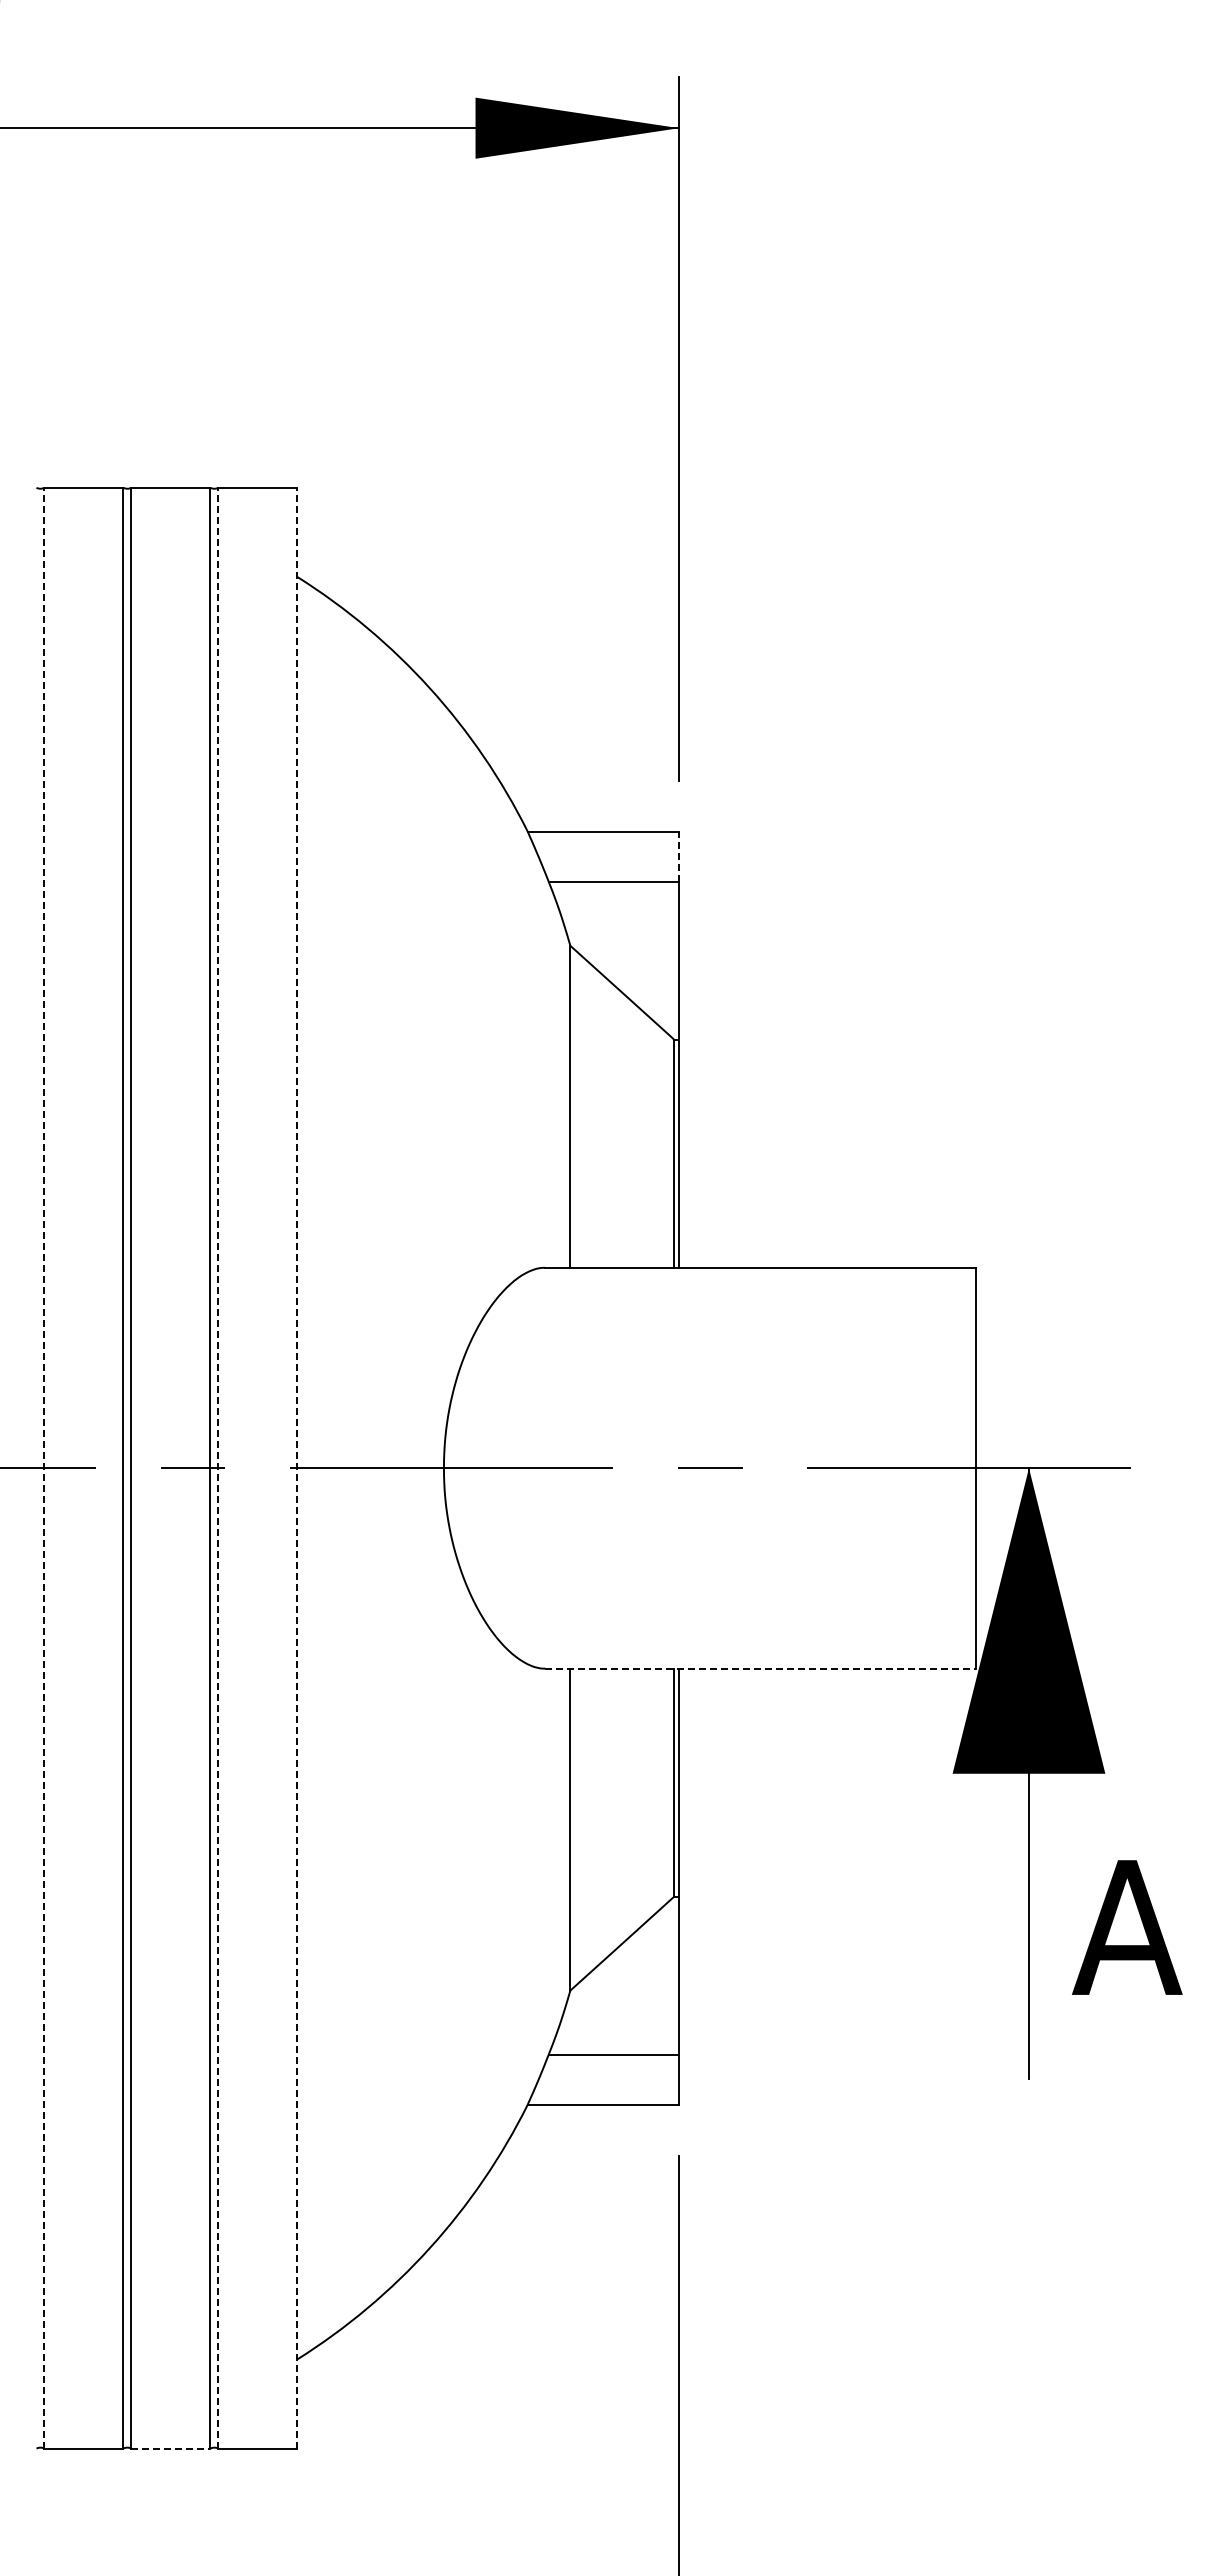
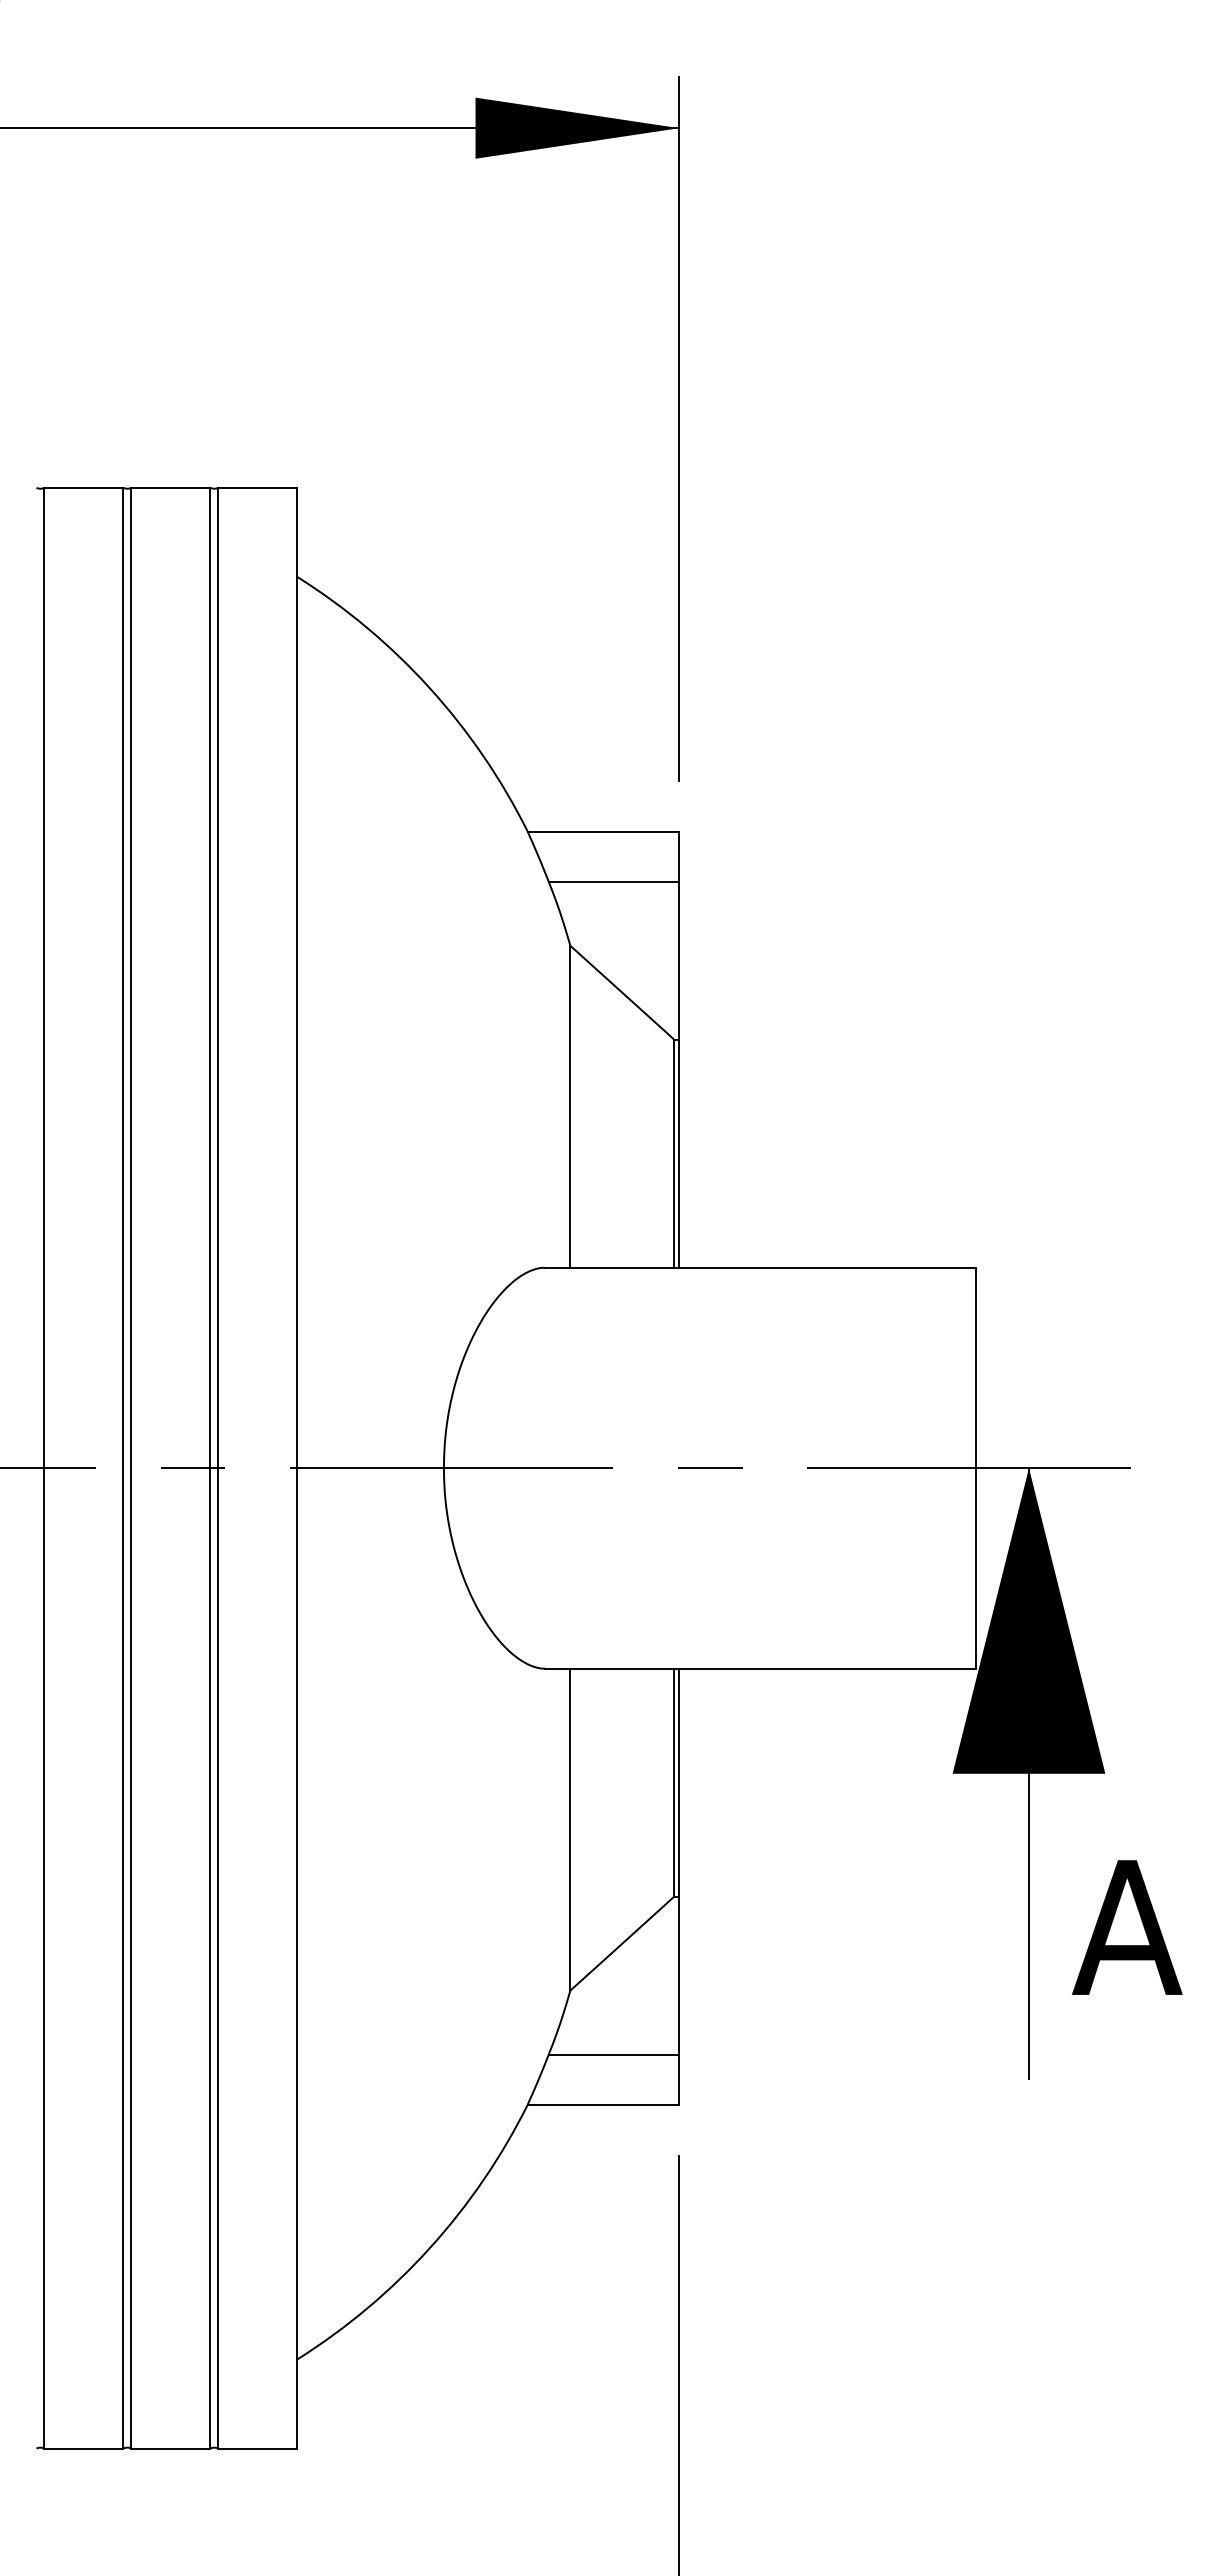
line at (679, 856): dashed -> solid
line at (44, 1467): dashed -> solid
line at (218, 1467): dashed -> solid
line at (297, 1467): dashed -> solid
line at (761, 1668): dashed -> solid
line at (171, 2448): dashed -> solid
